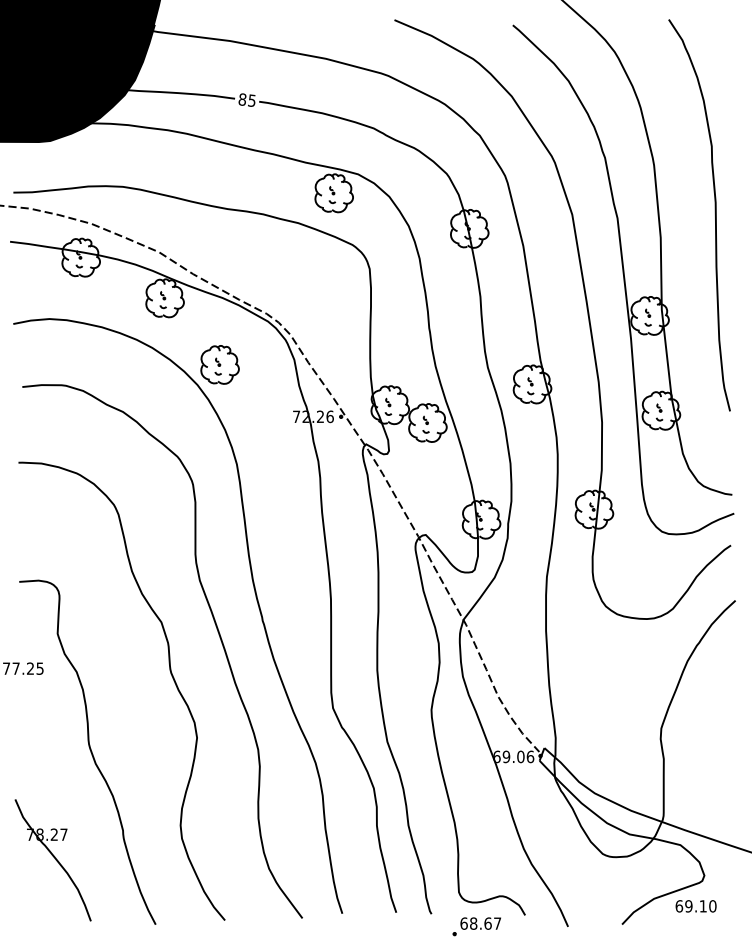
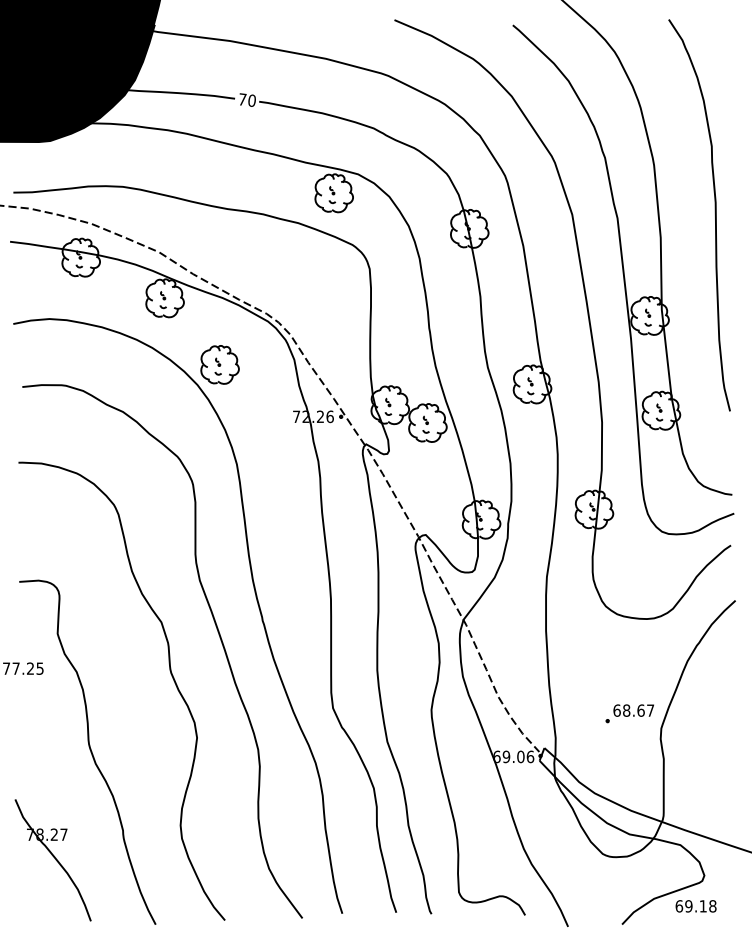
text at (246, 99): 85 -> 70
text at (712, 906): 69.10 -> 69.18
part at (476, 926) position: (476, 926) -> (629, 713)
